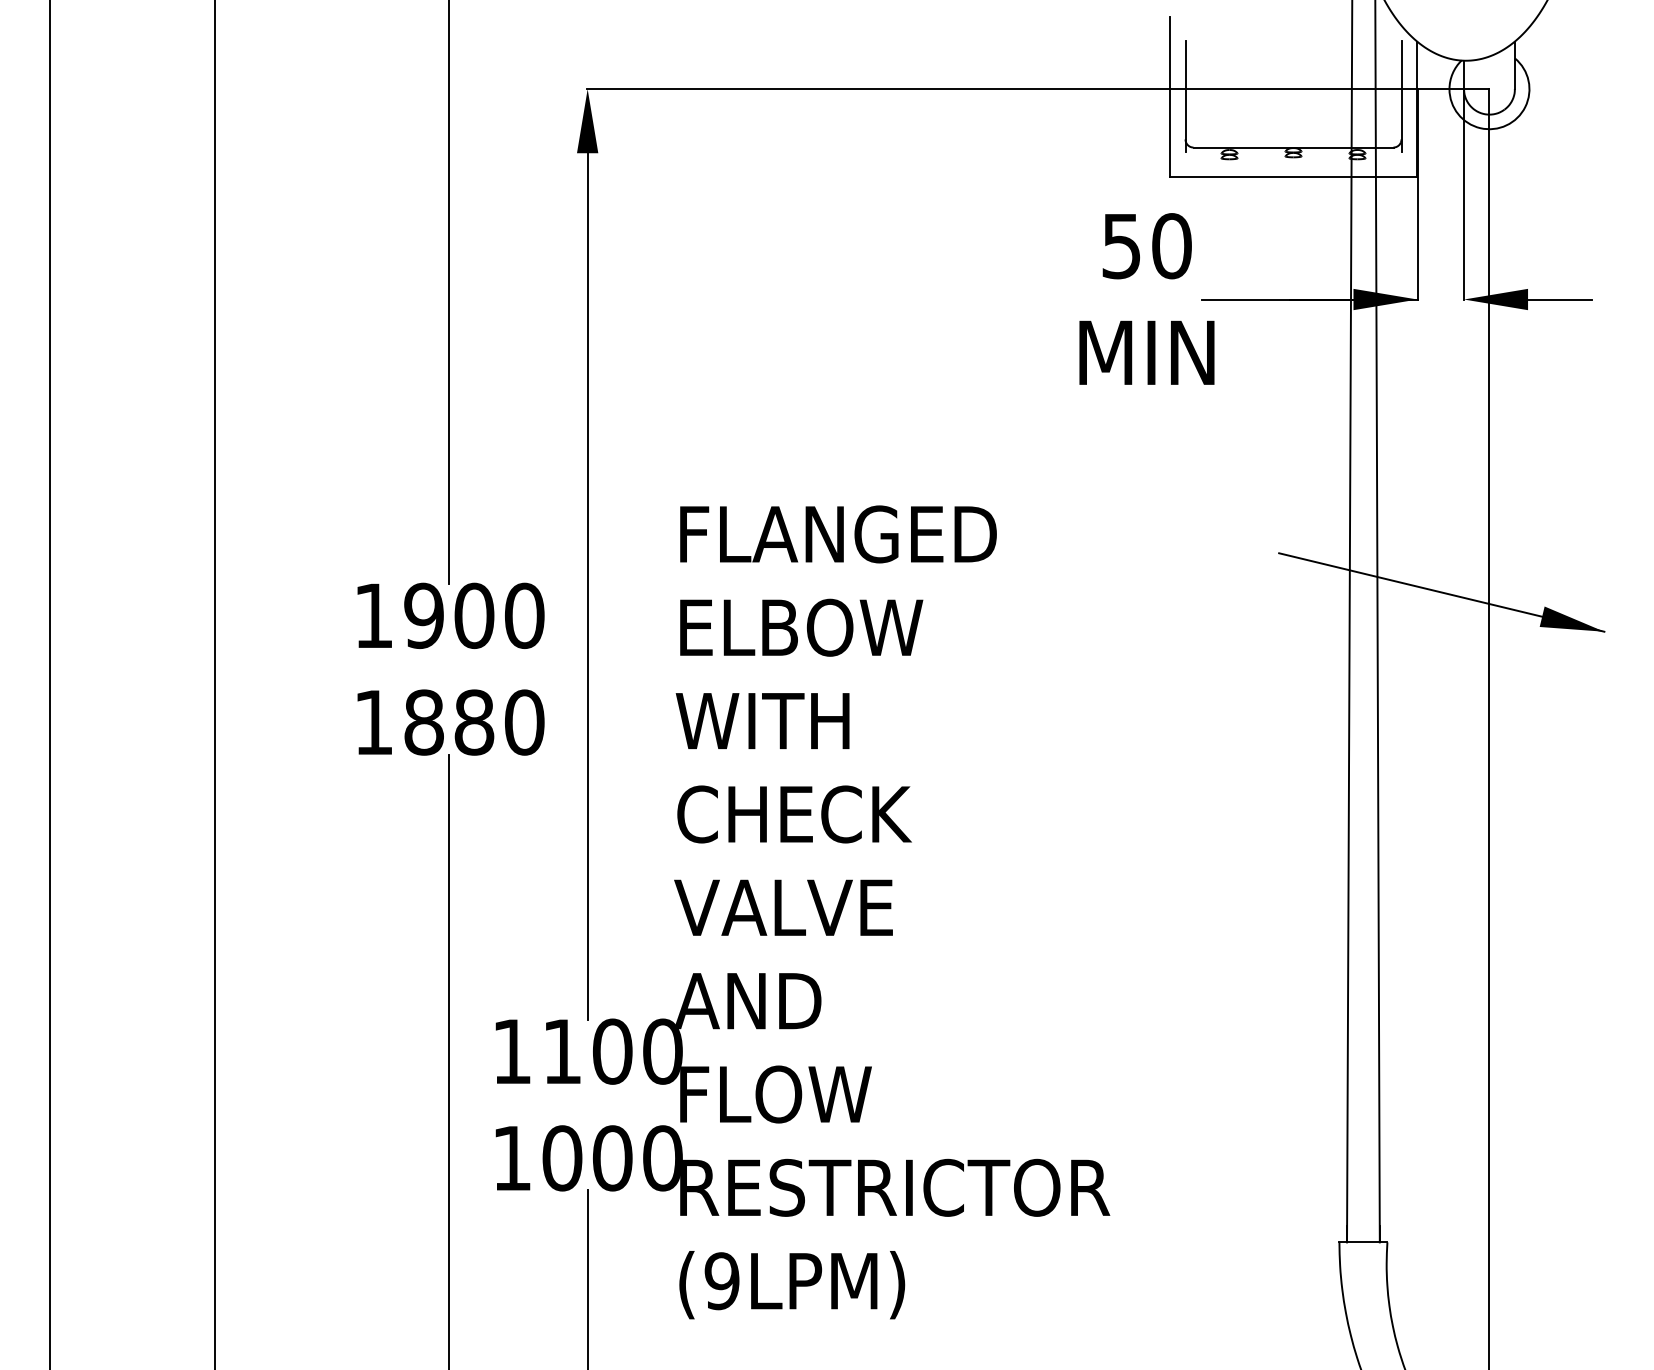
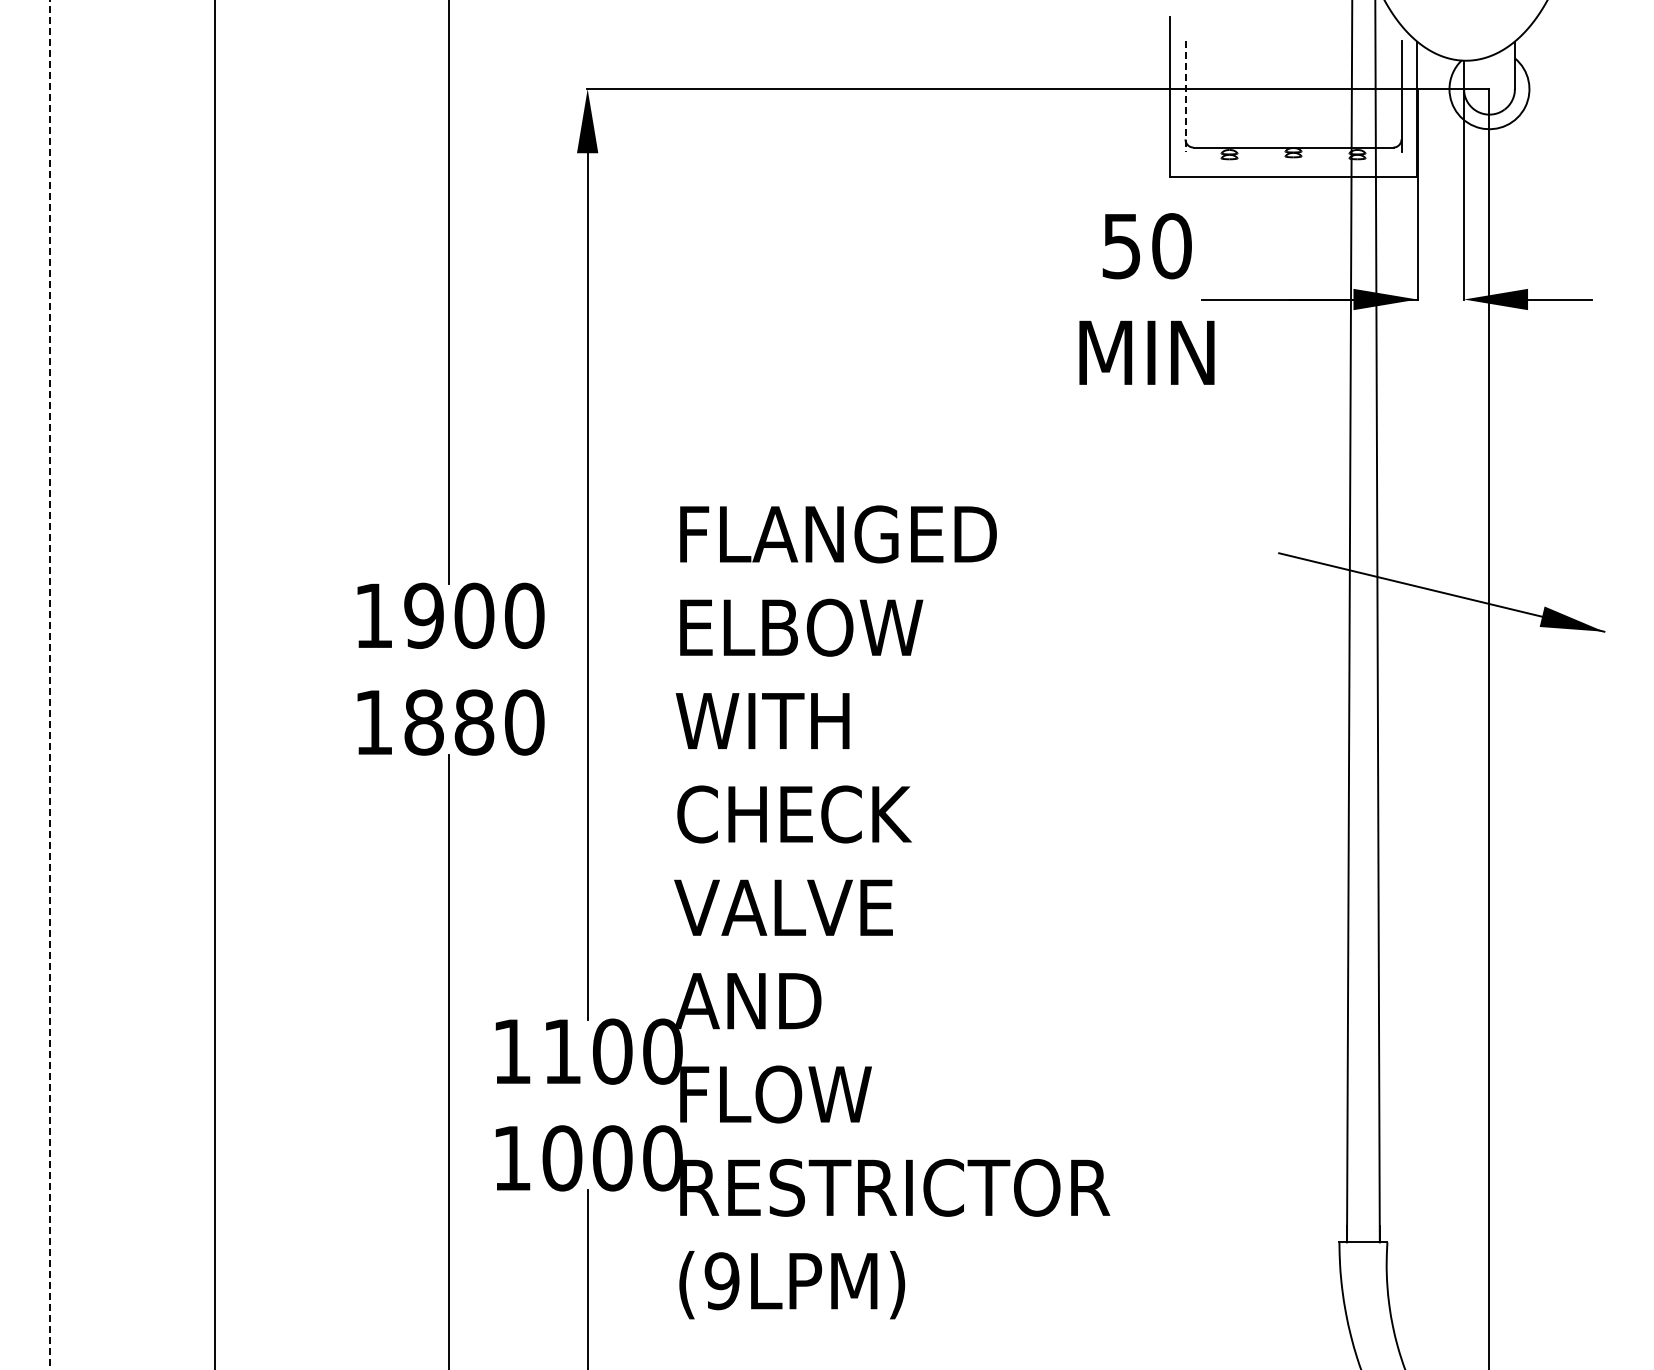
line at (1185, 97): solid -> dashed
line at (49, 685): solid -> dashed
